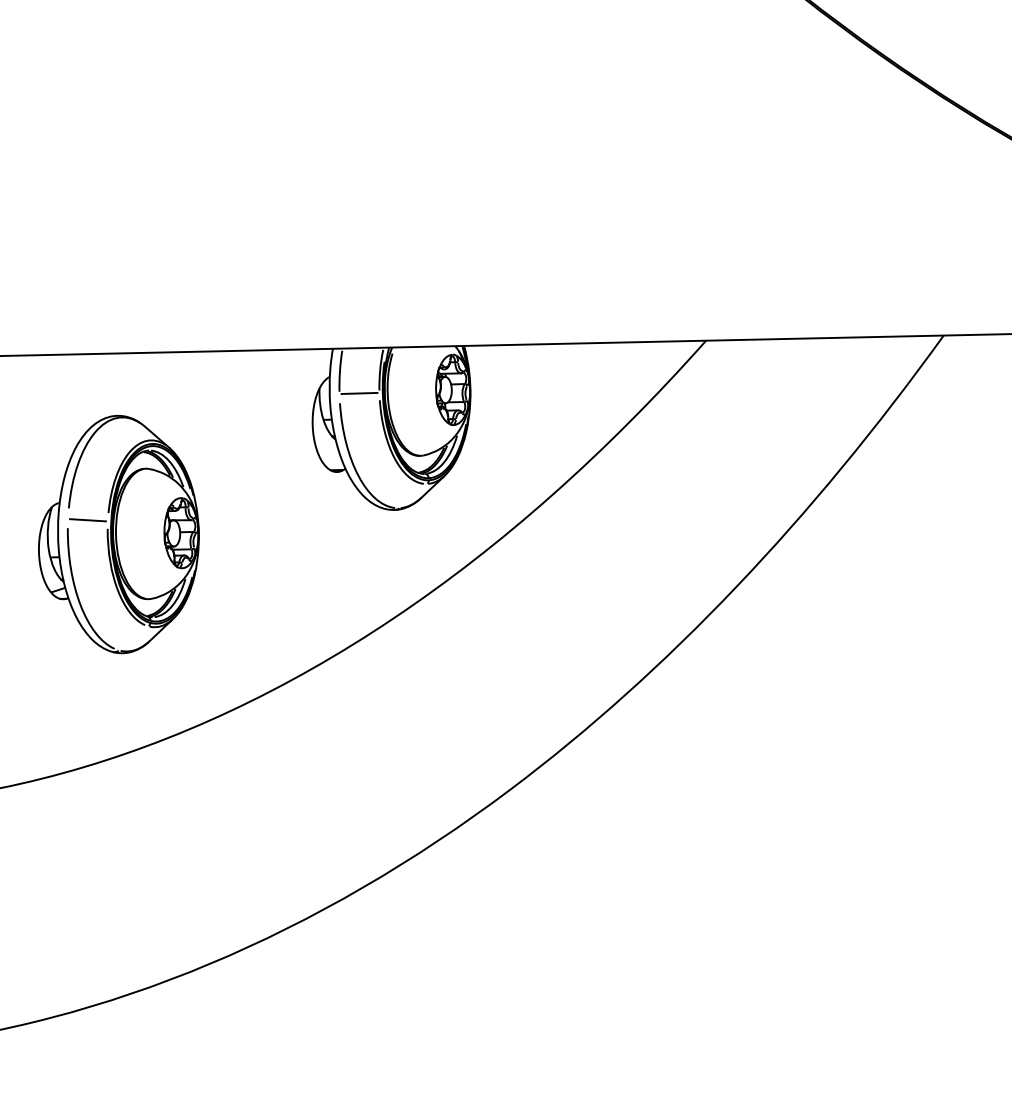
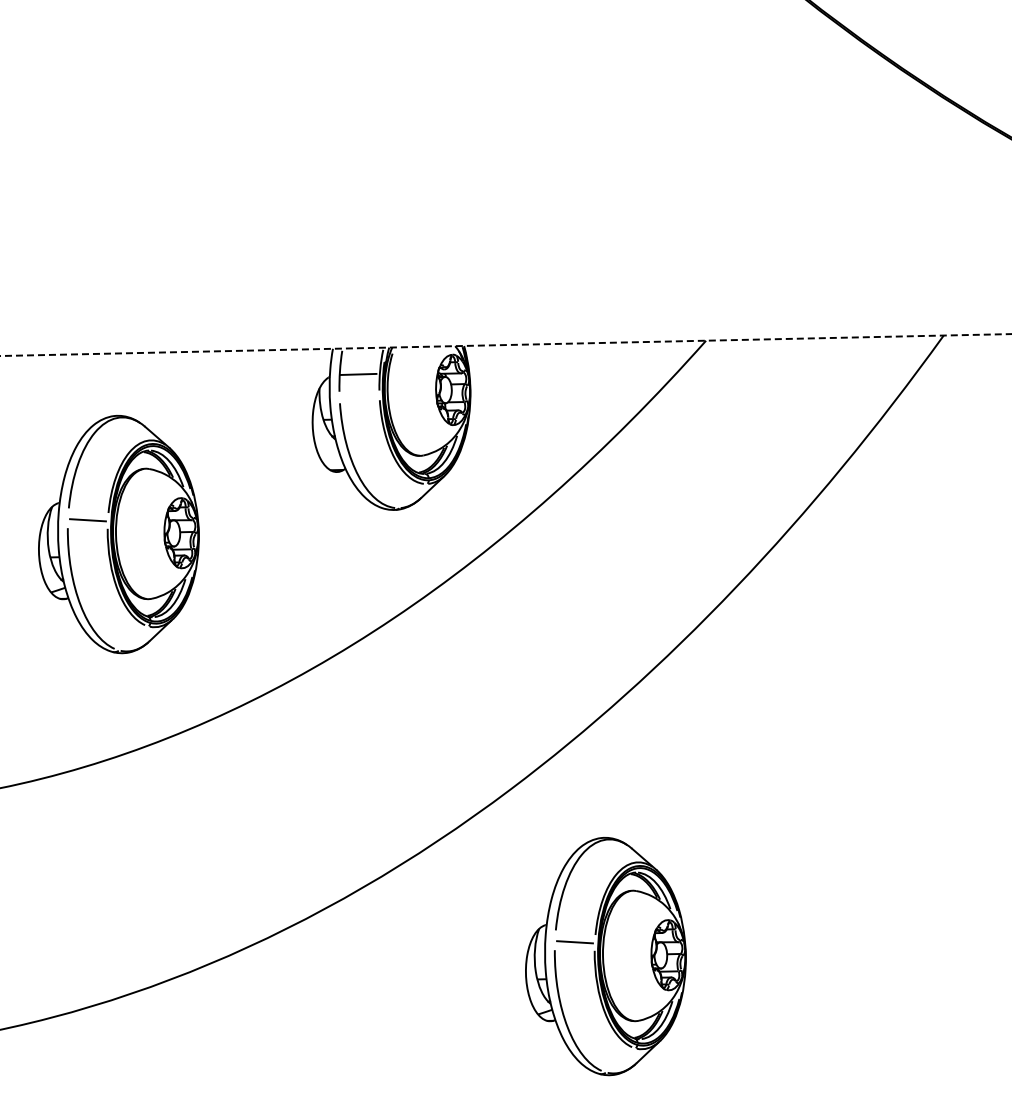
line at (505, 345): solid -> dashed
line at (359, 392) position: (359, 392) -> (358, 373)
part at (605, 956): none -> present
